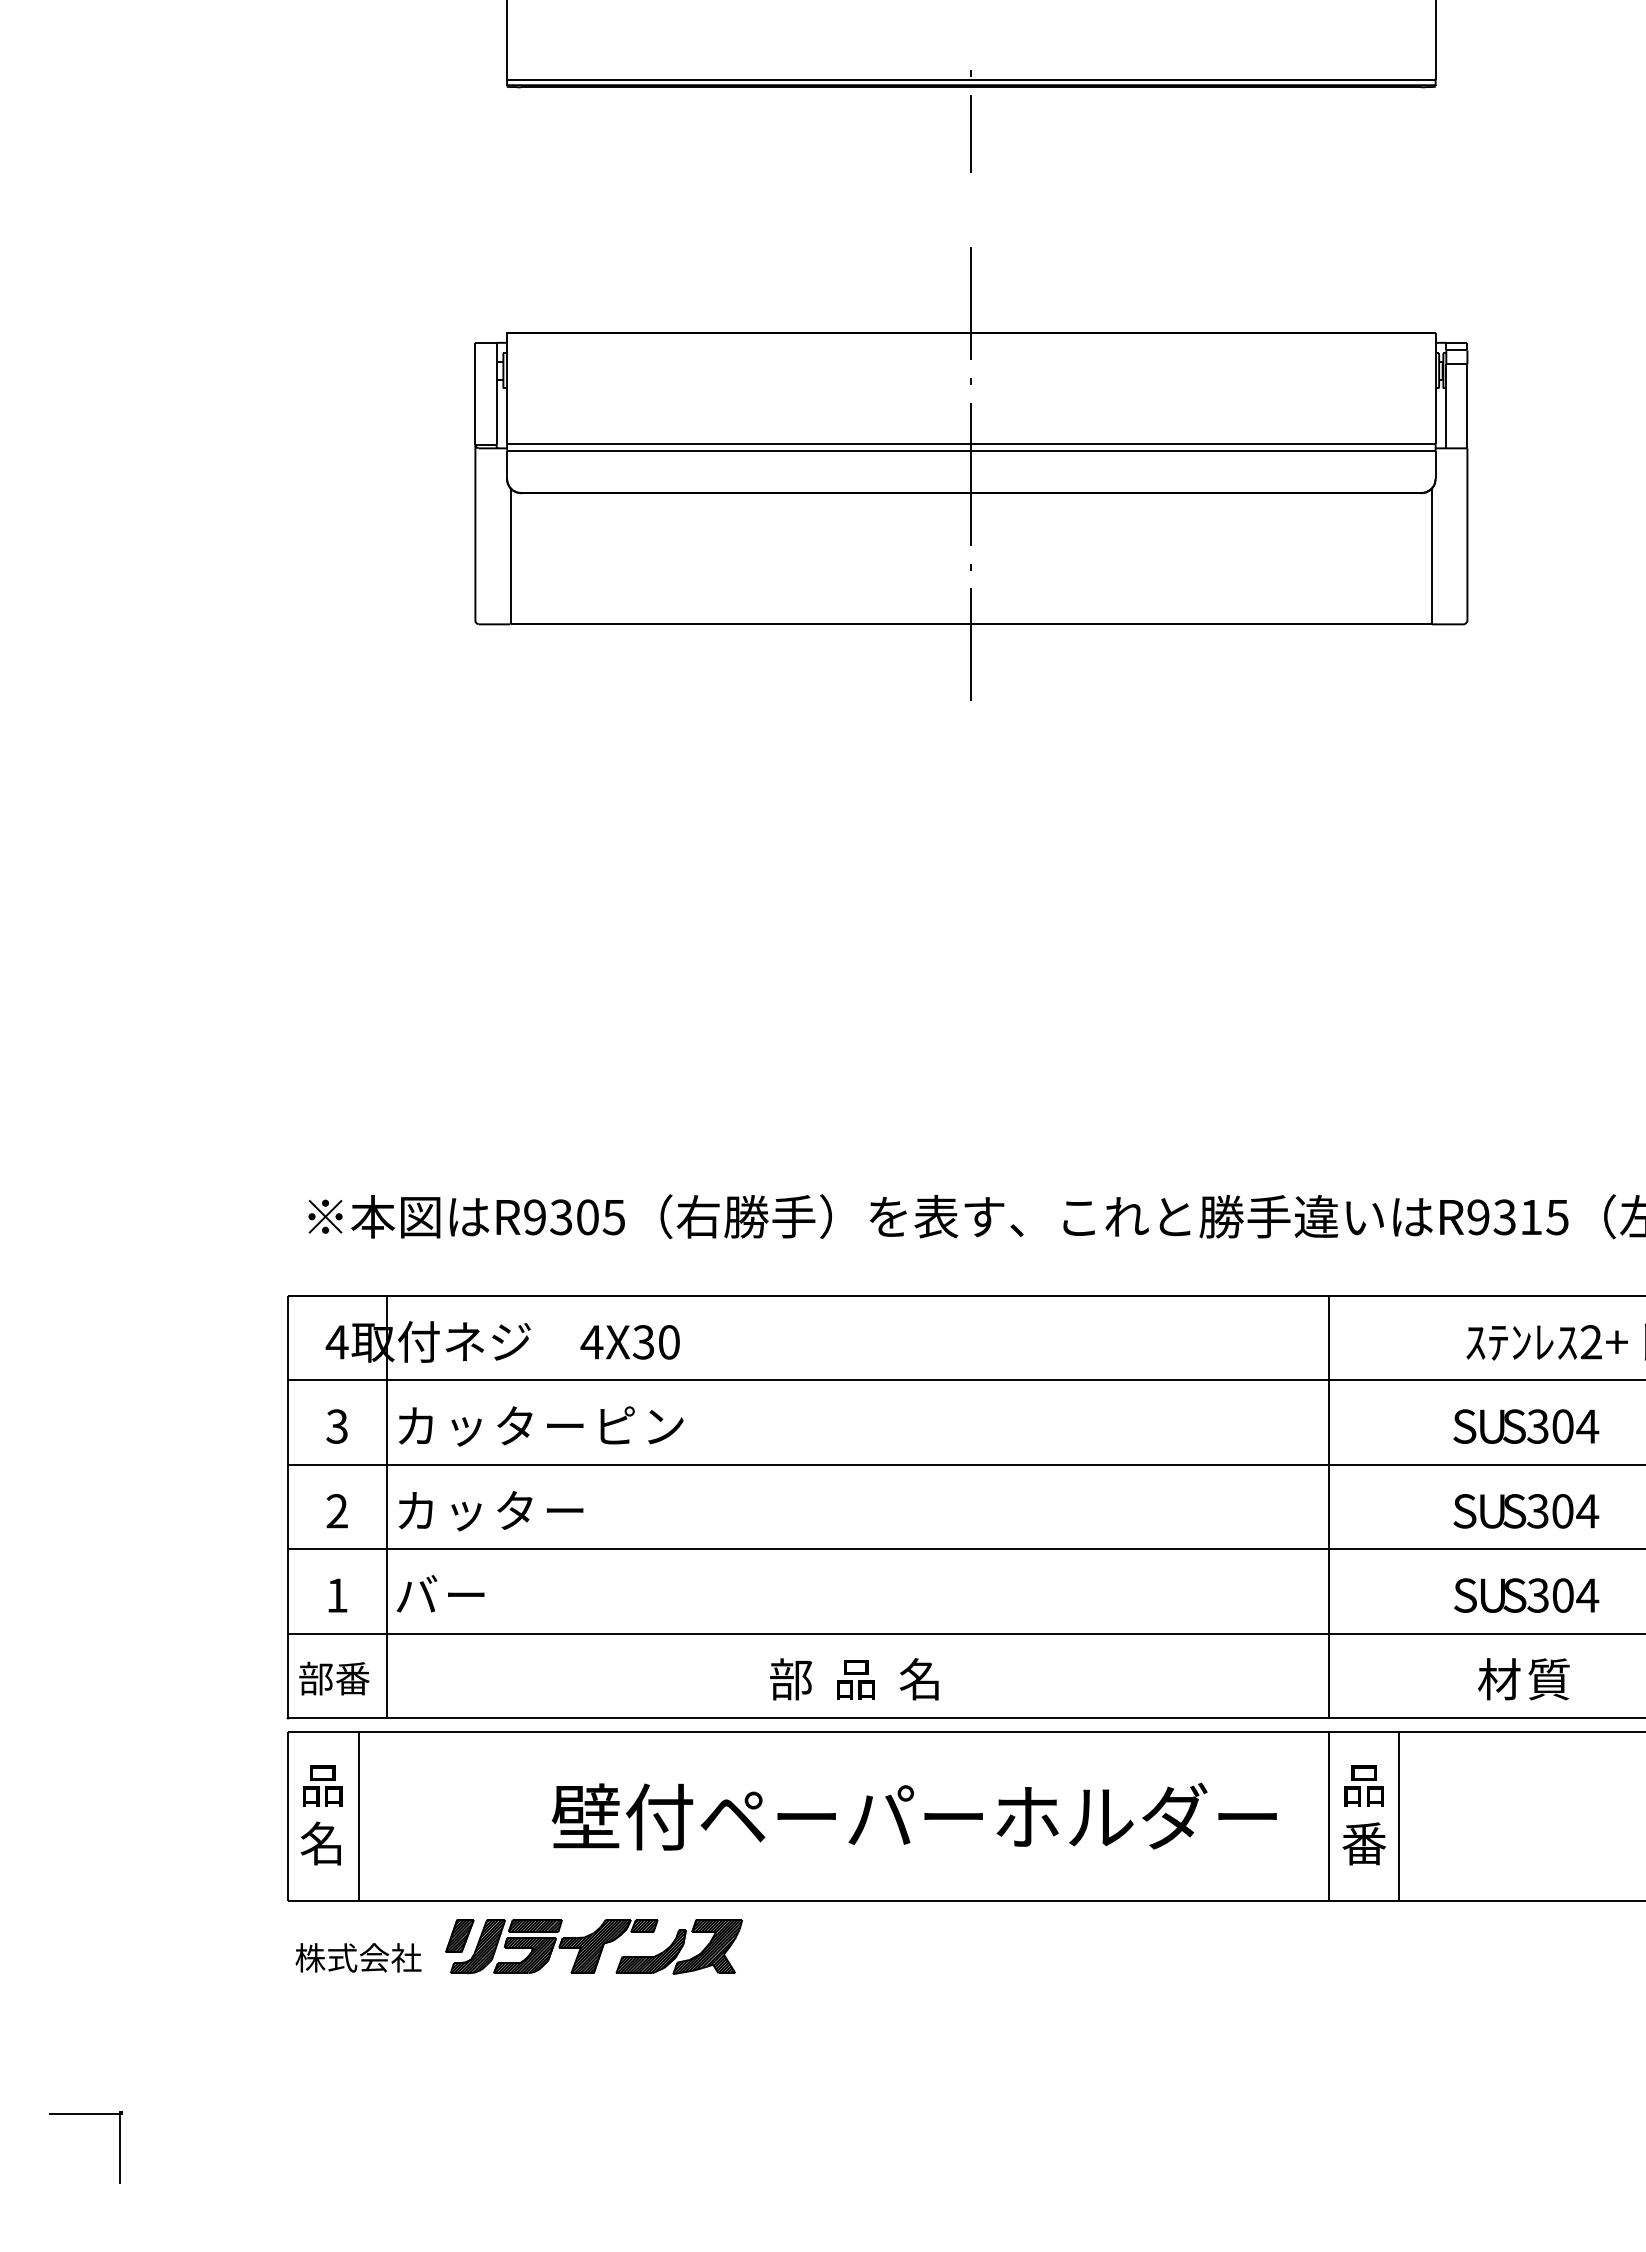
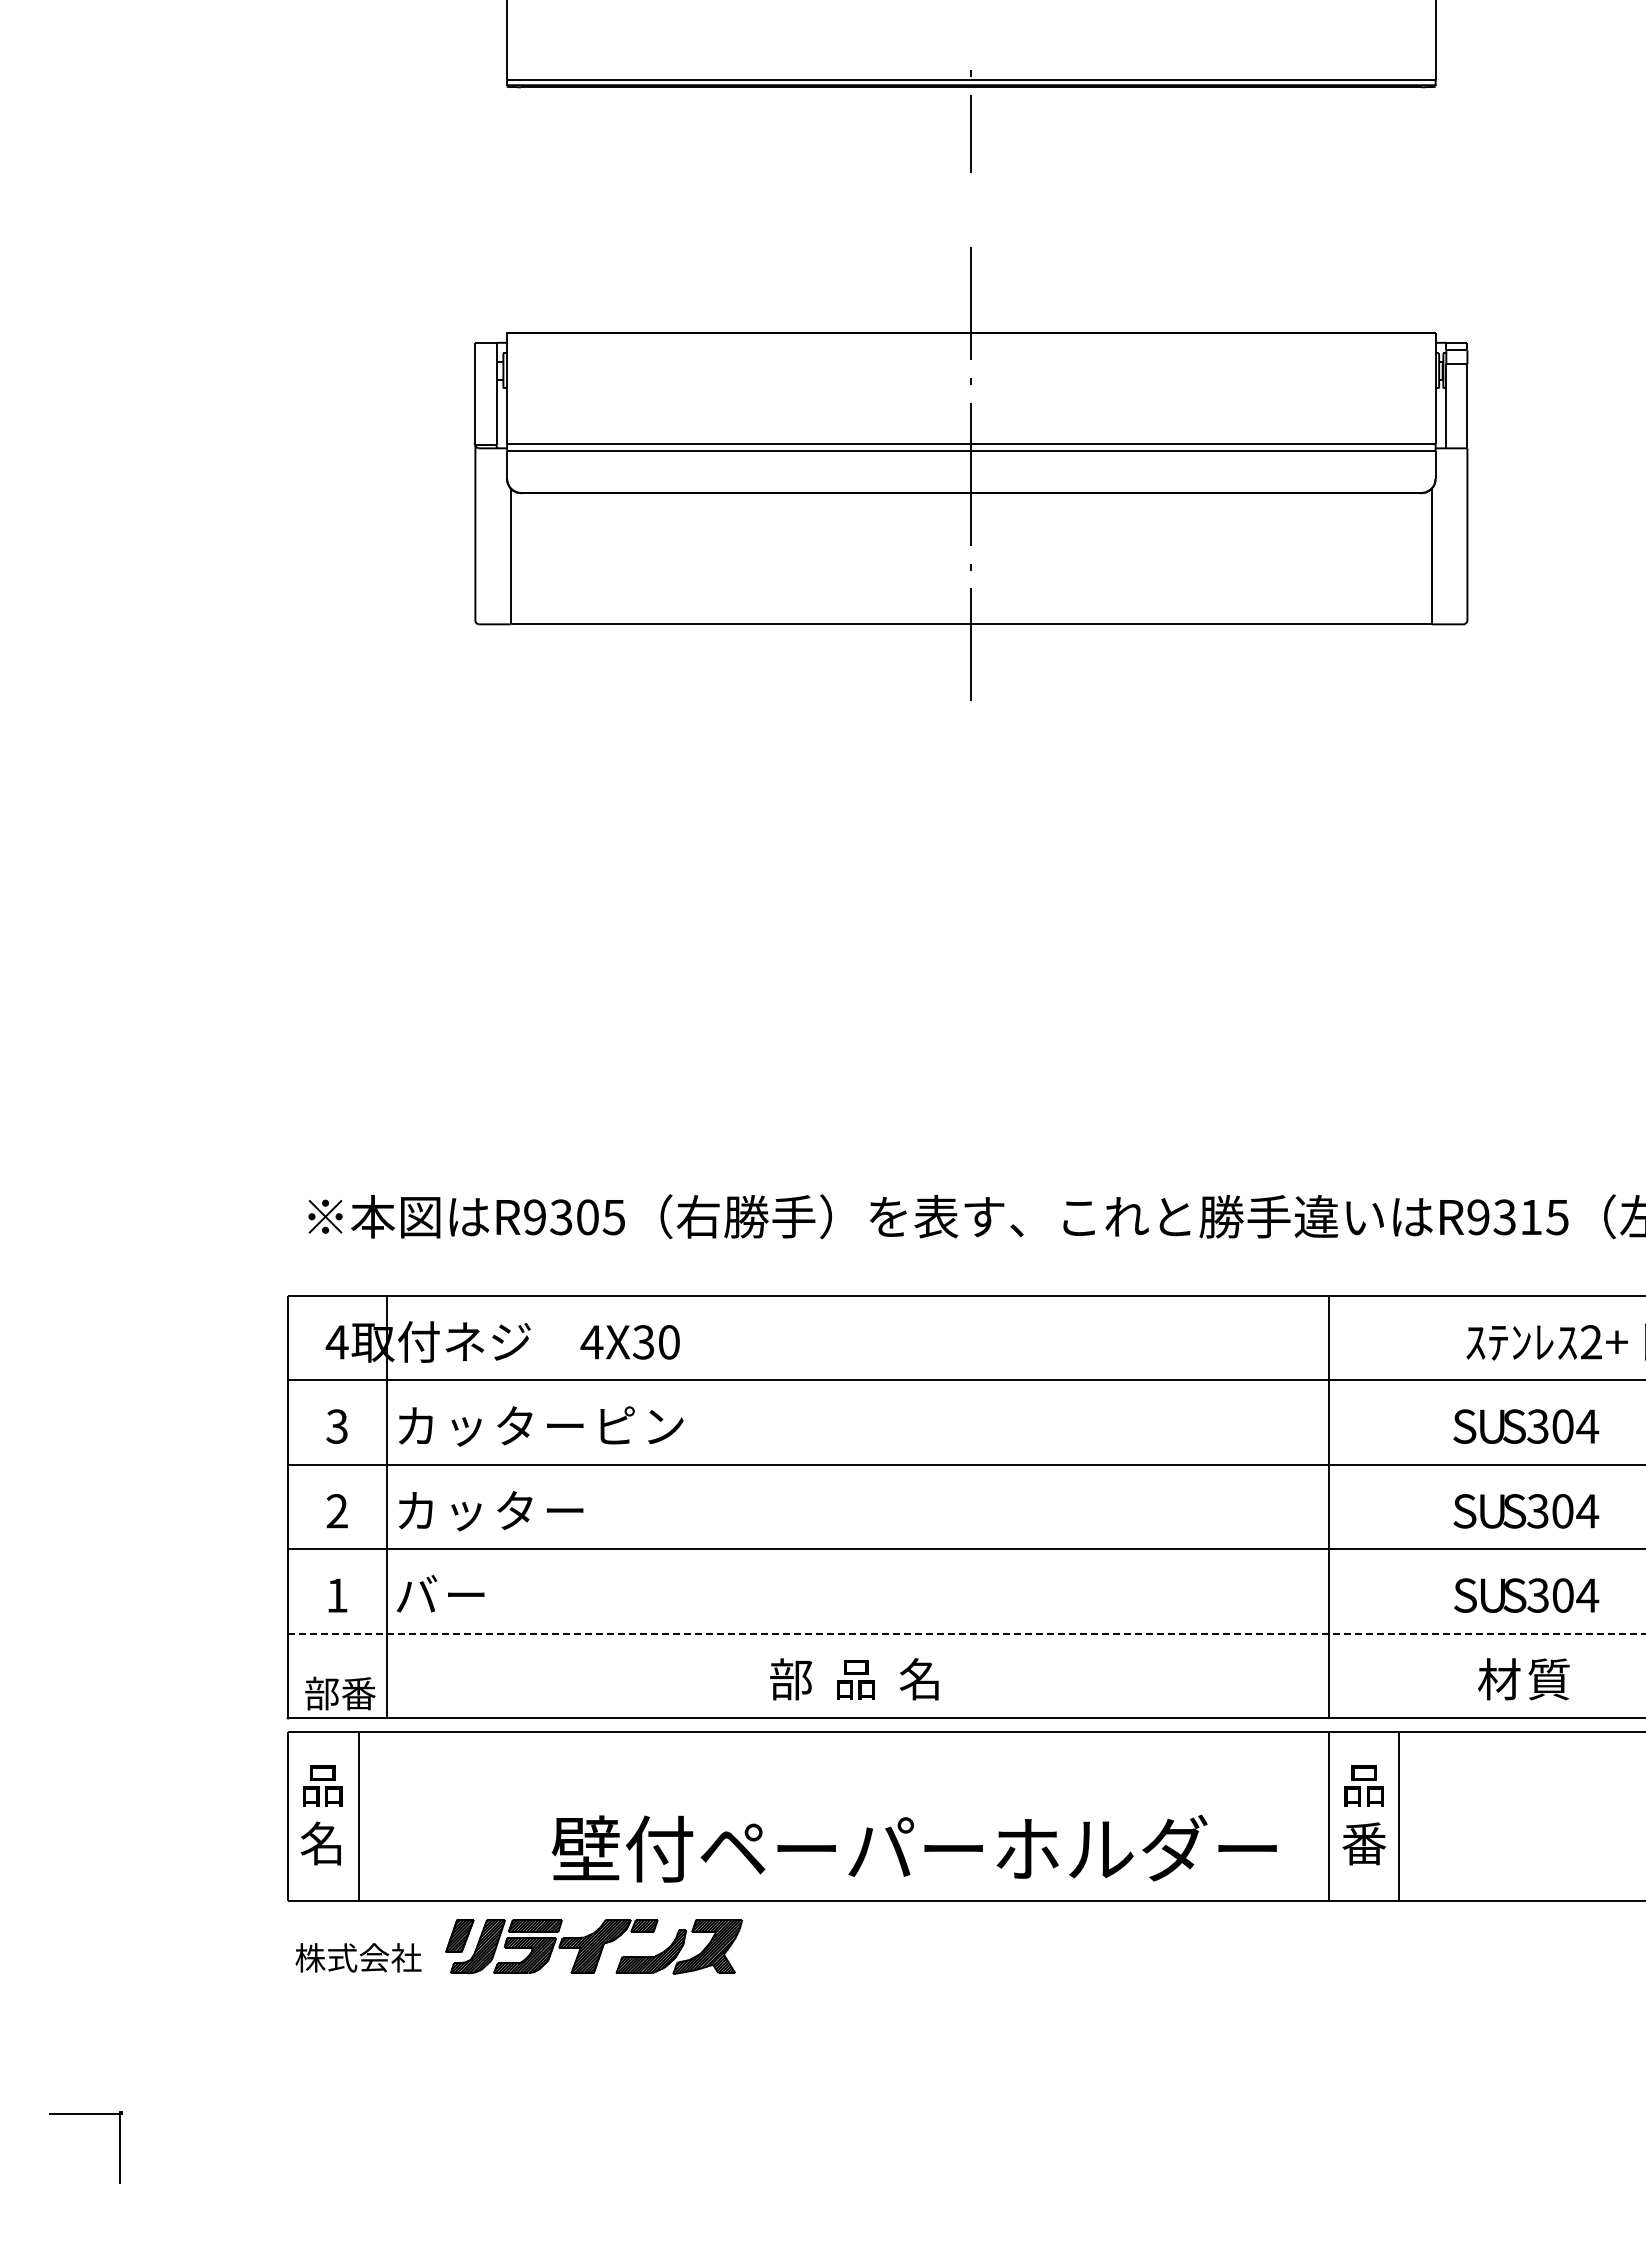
line at (967, 1633): solid -> dashed
text at (334, 1678) position: (334, 1678) -> (340, 1693)
text at (913, 1816) position: (913, 1816) -> (913, 1848)
